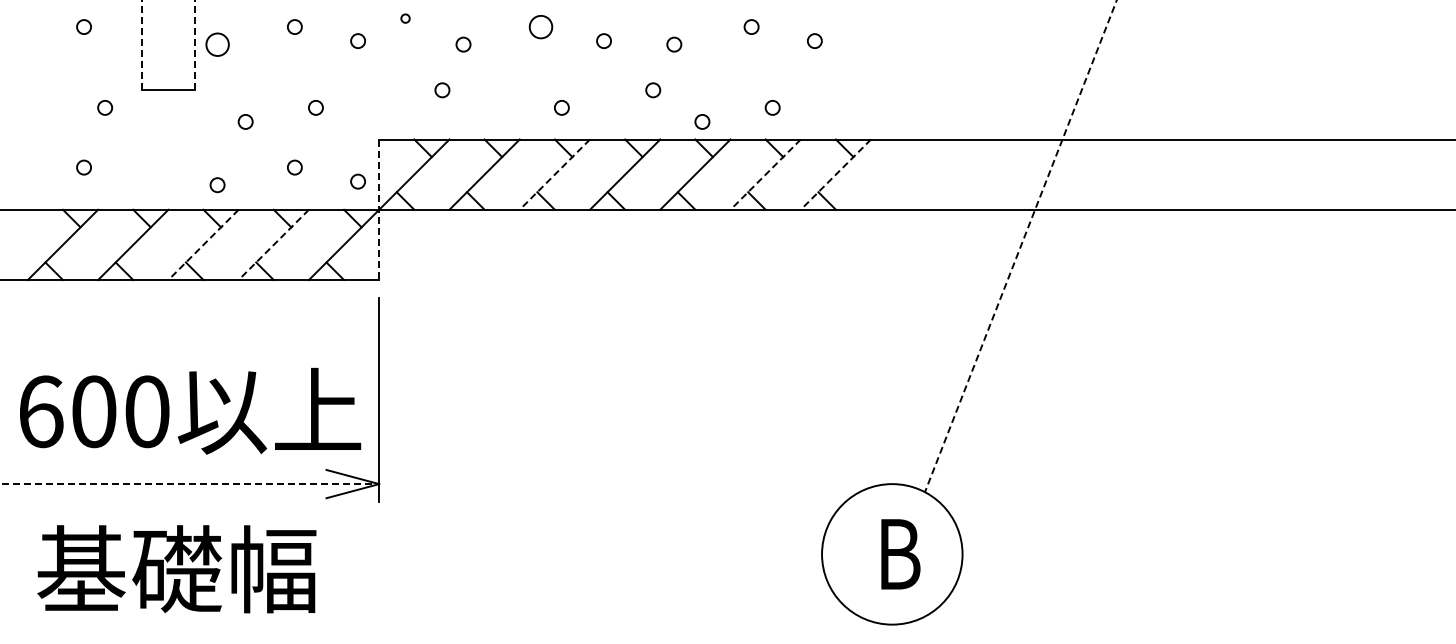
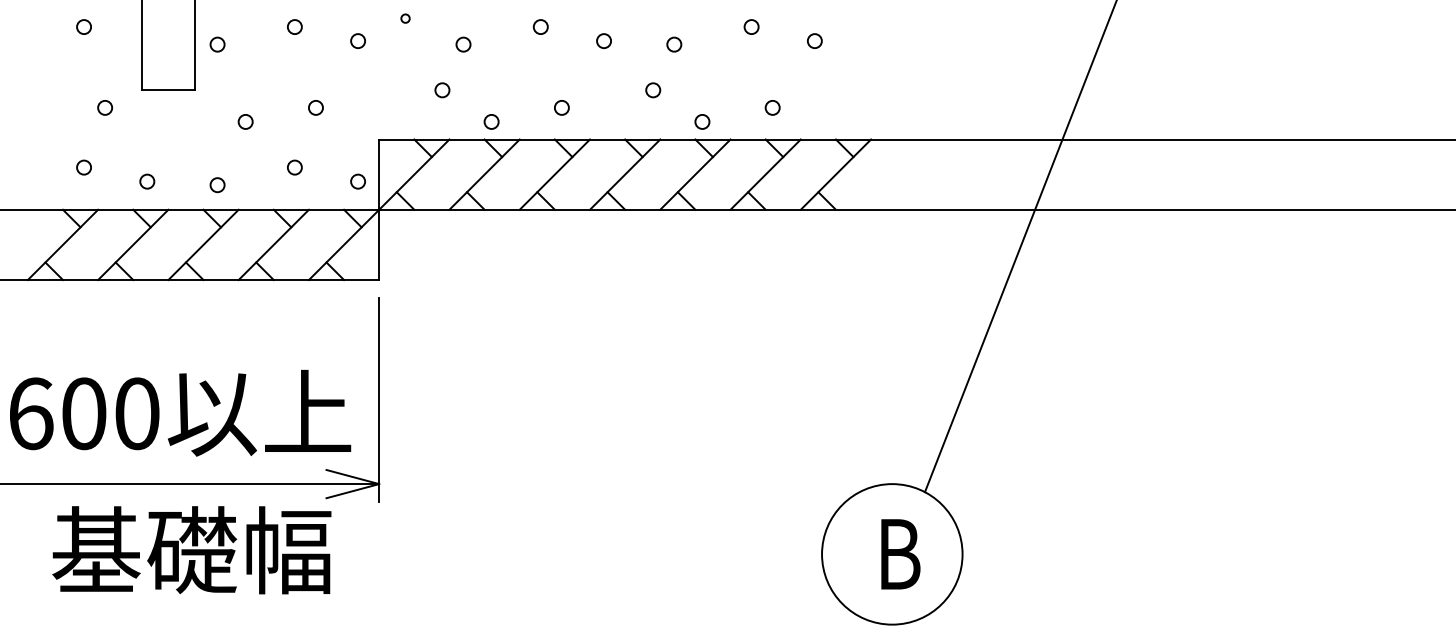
circle at (540, 27) size: 26x25 px -> 17x16 px
circle at (217, 44) size: 25x25 px -> 17x17 px
line at (142, 45): dashed -> solid
line at (194, 45): dashed -> solid
circle at (491, 121): none -> present
line at (554, 174): dashed -> solid
line at (765, 174): dashed -> solid
line at (835, 174): dashed -> solid
circle at (147, 181): none -> present
line at (379, 210): dashed -> solid
line at (203, 244): dashed -> solid
line at (273, 244): dashed -> solid
line at (1020, 246): dashed -> solid
text at (190, 411) position: (190, 411) -> (180, 413)
line at (190, 484): dashed -> solid
text at (176, 569) position: (176, 569) -> (191, 550)
